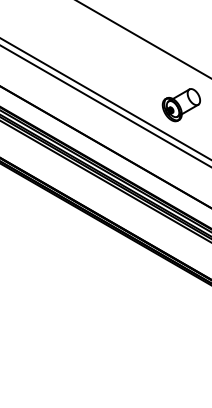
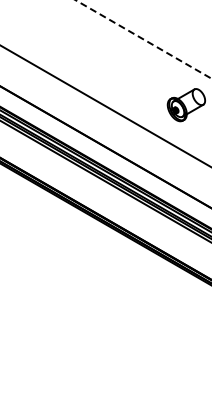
line at (143, 39): solid -> dashed
line at (105, 98): present -> none
part at (180, 105) position: (180, 105) -> (185, 105)
